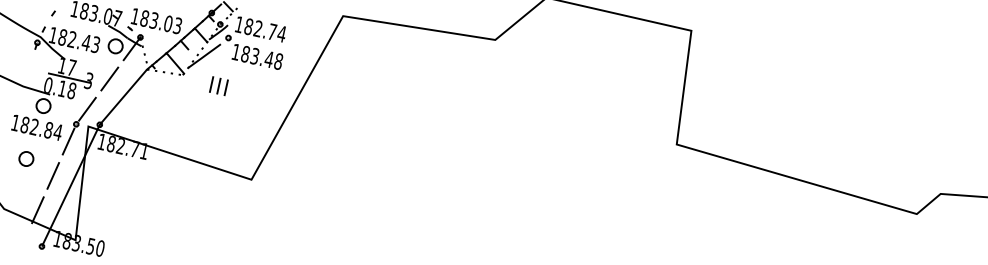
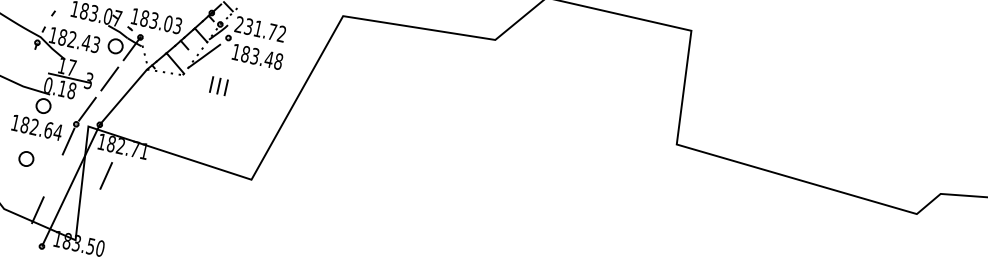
text at (259, 29): 182.74 -> 231.72
text at (48, 129): 182.84 -> 182.64
line at (52, 175) position: (52, 175) -> (105, 175)
